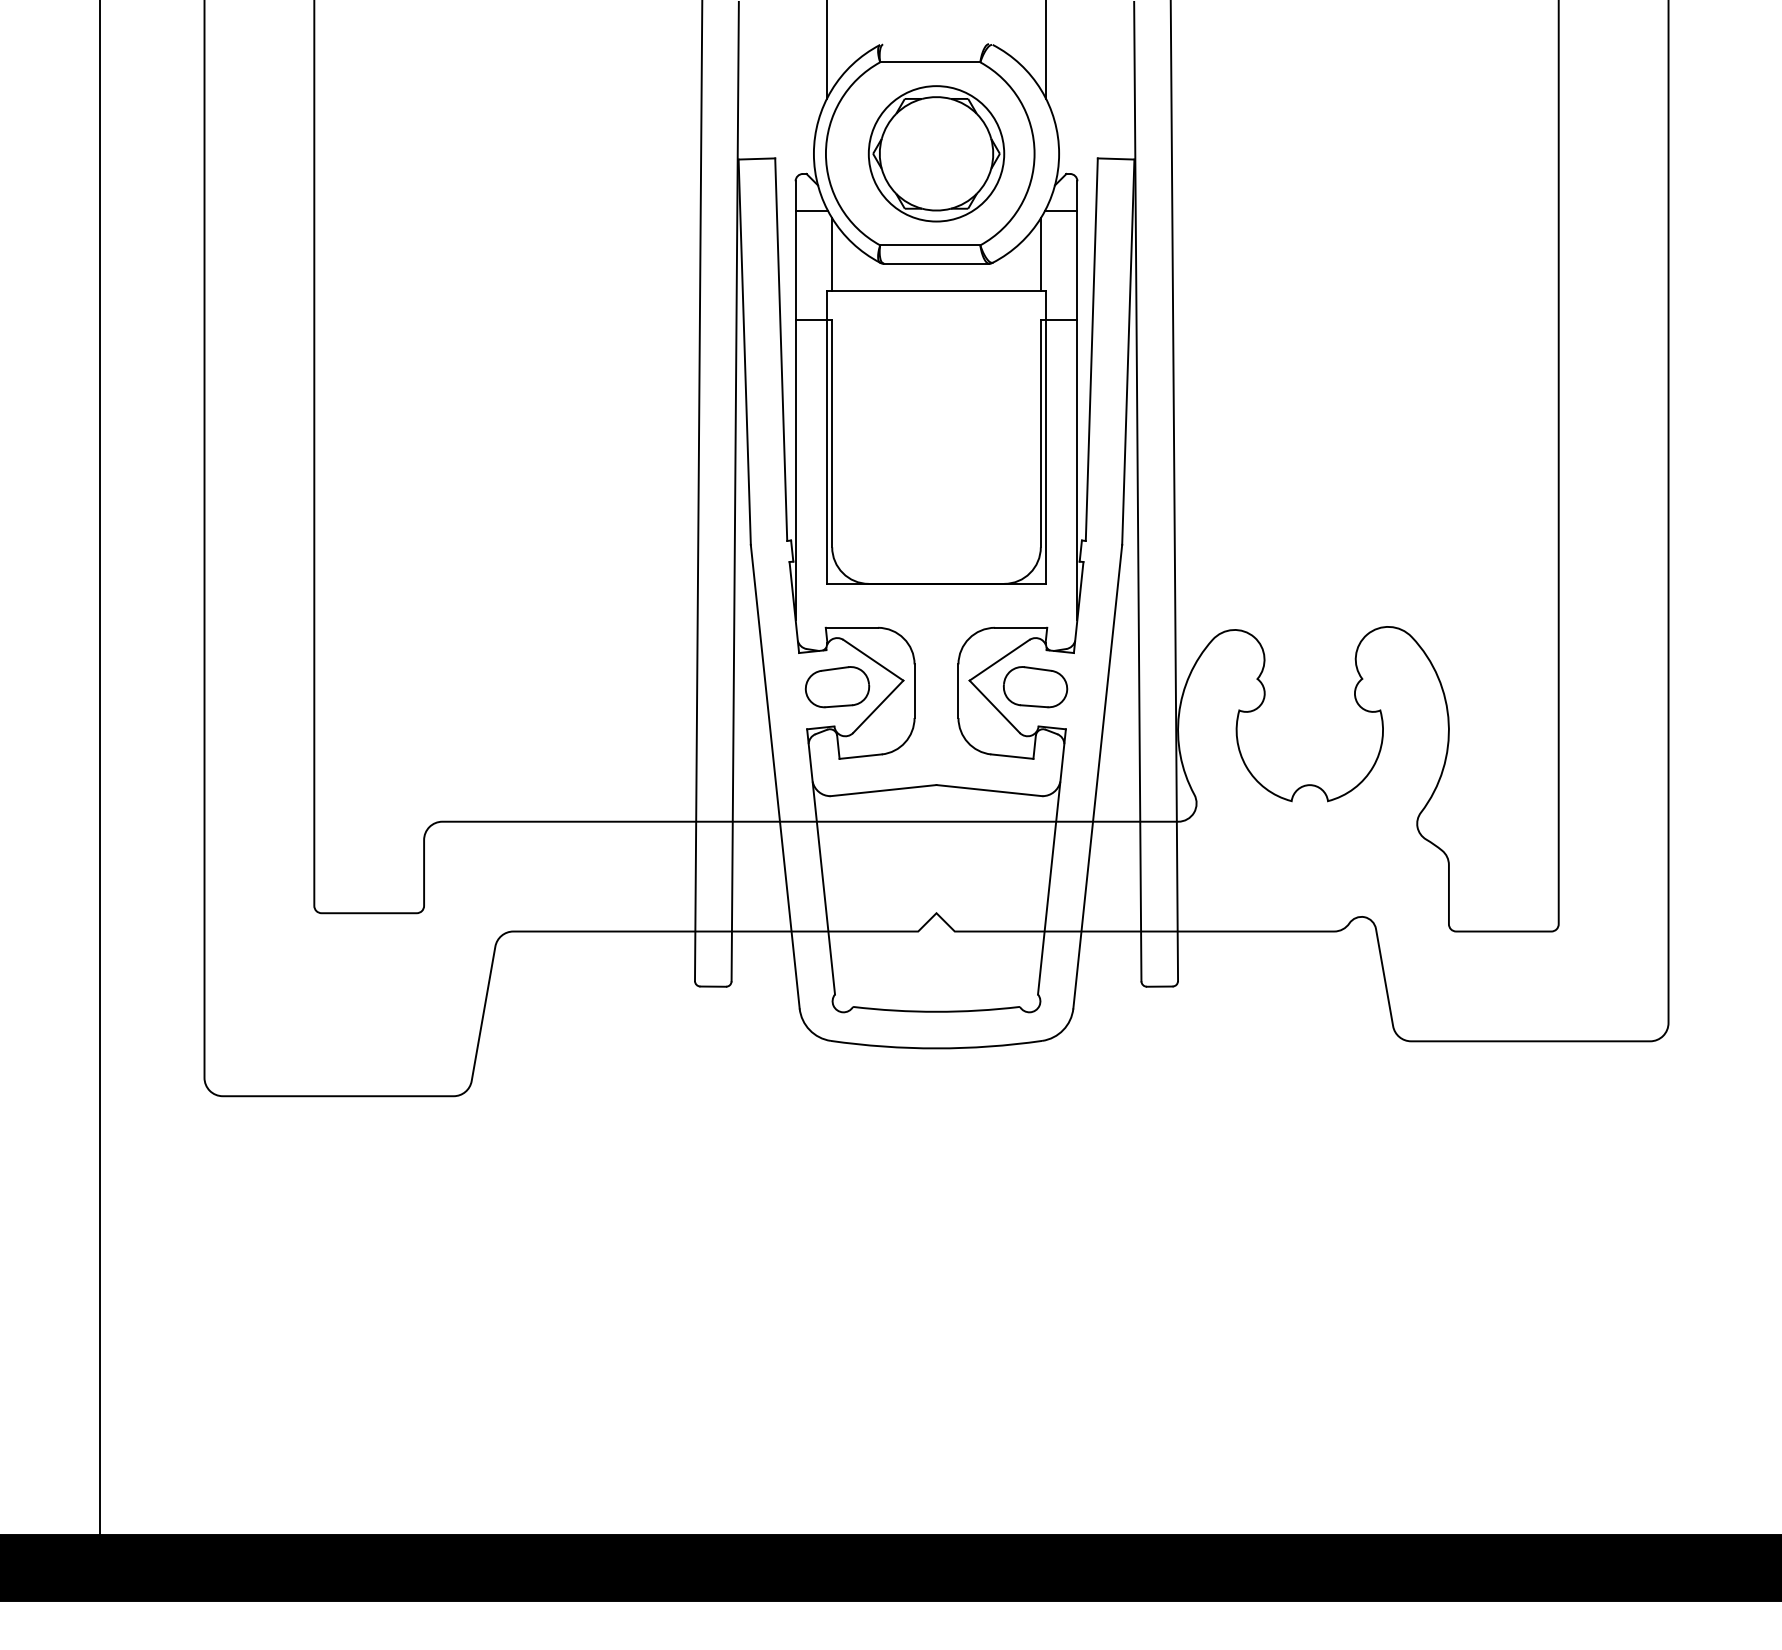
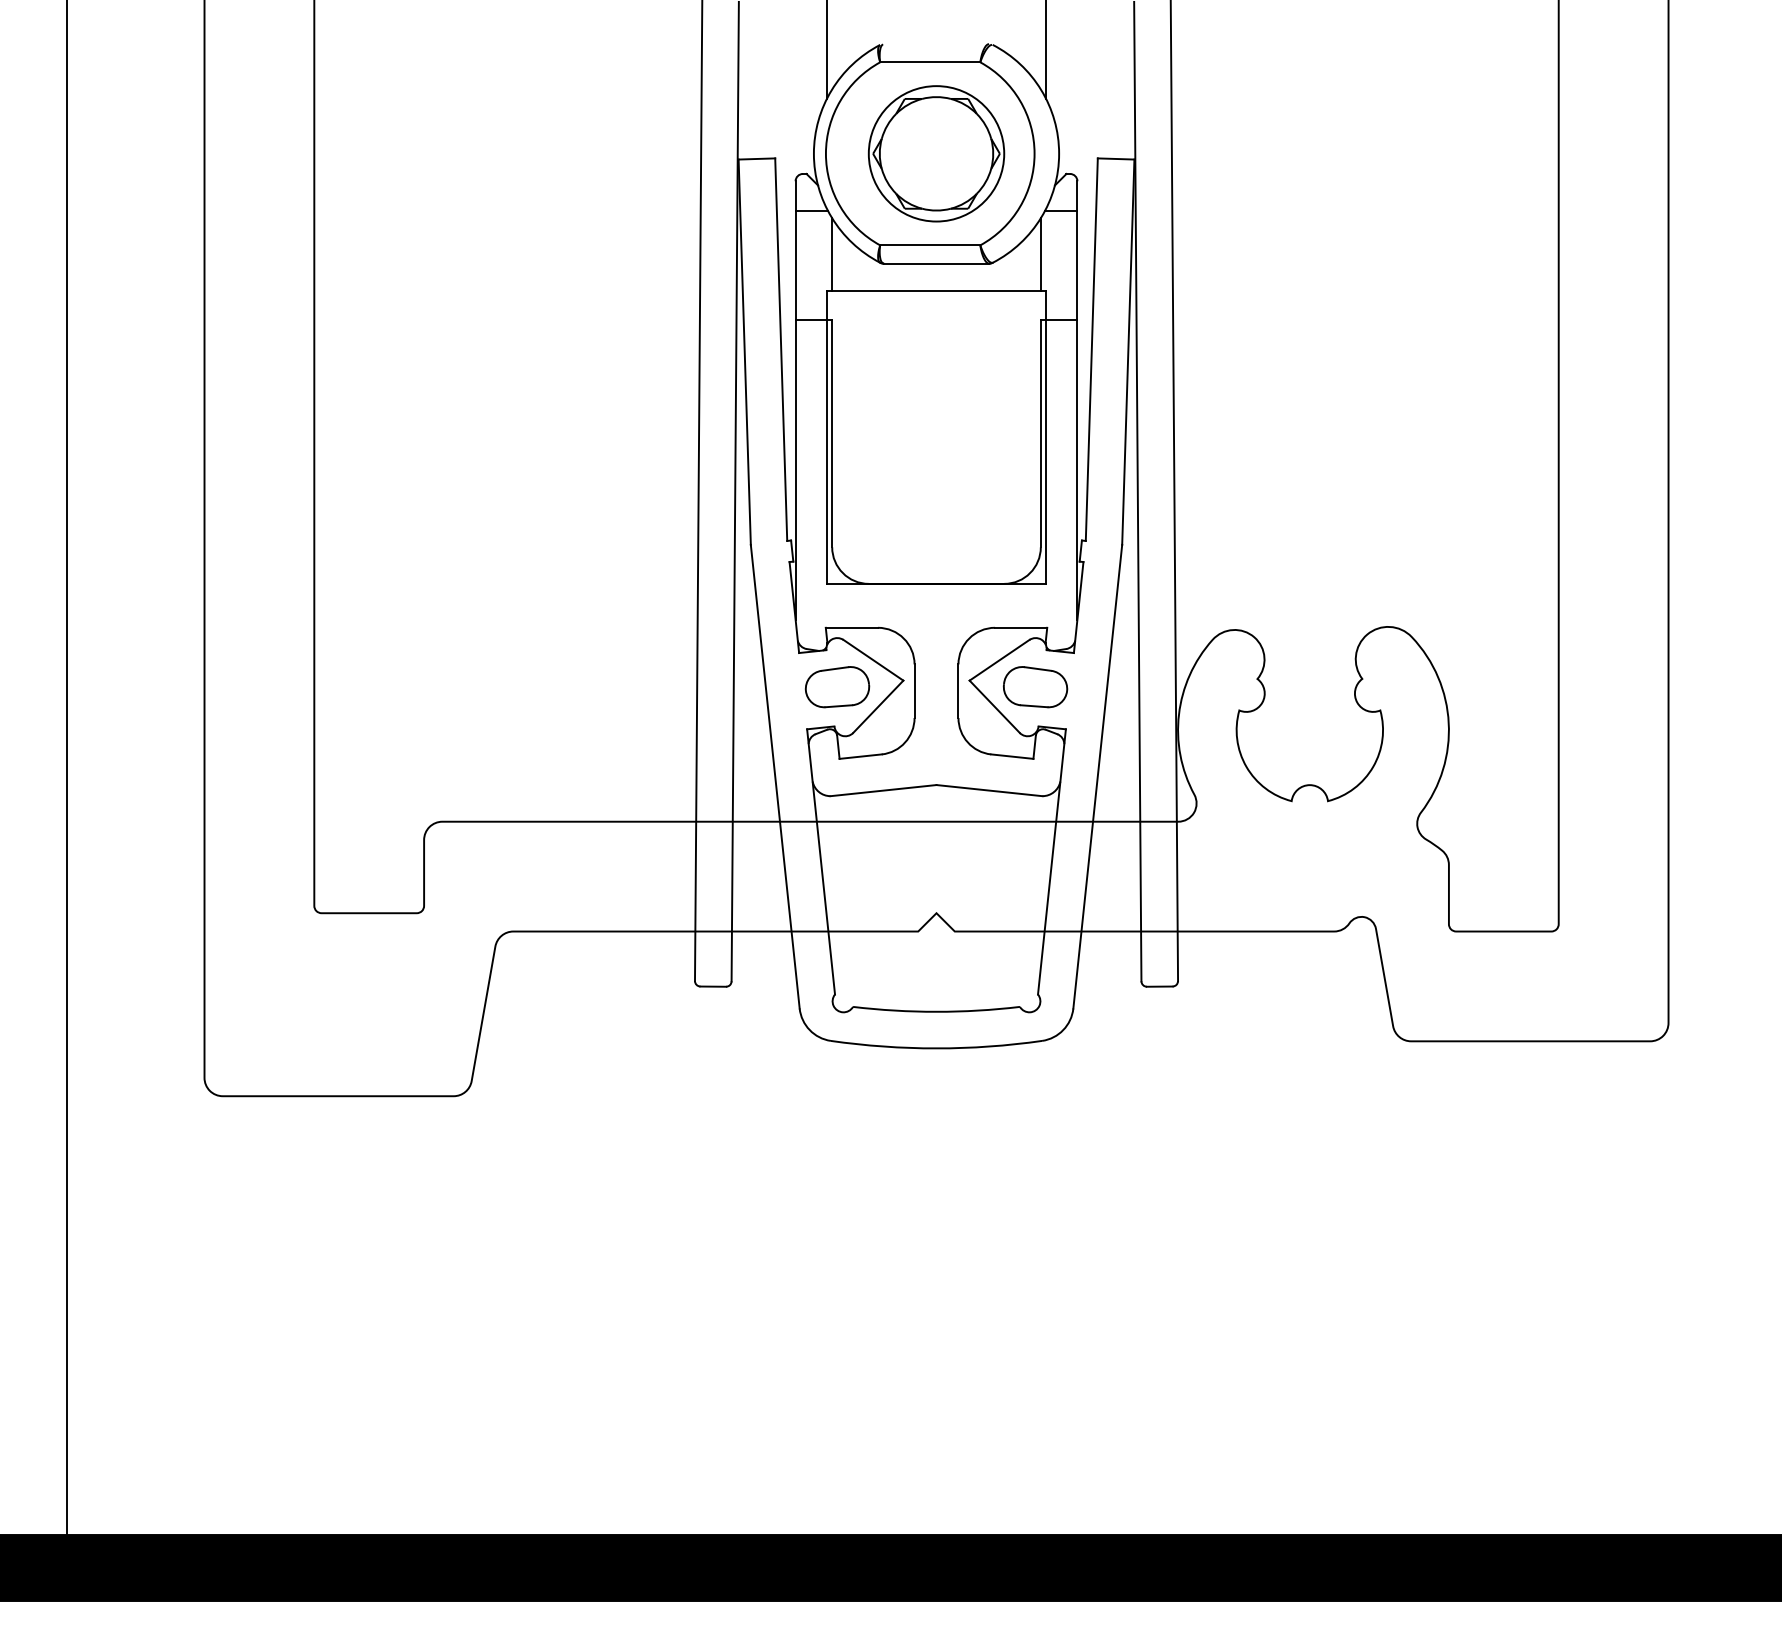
line at (100, 768) position: (100, 768) -> (67, 768)
